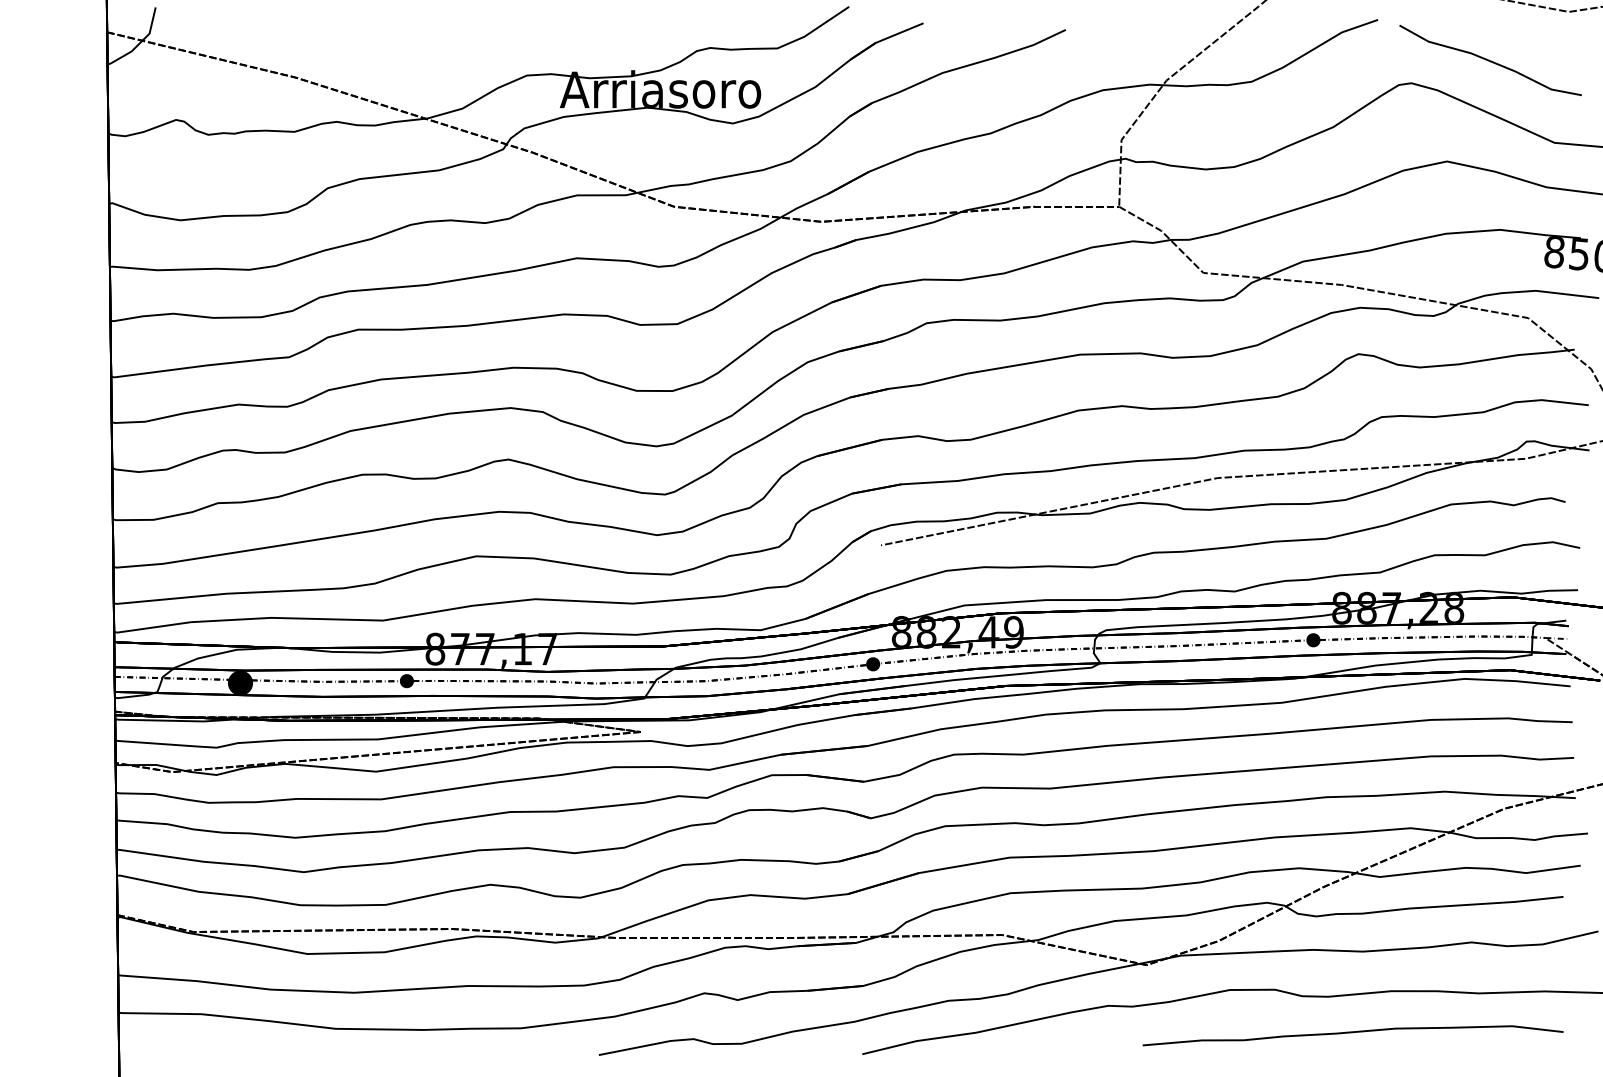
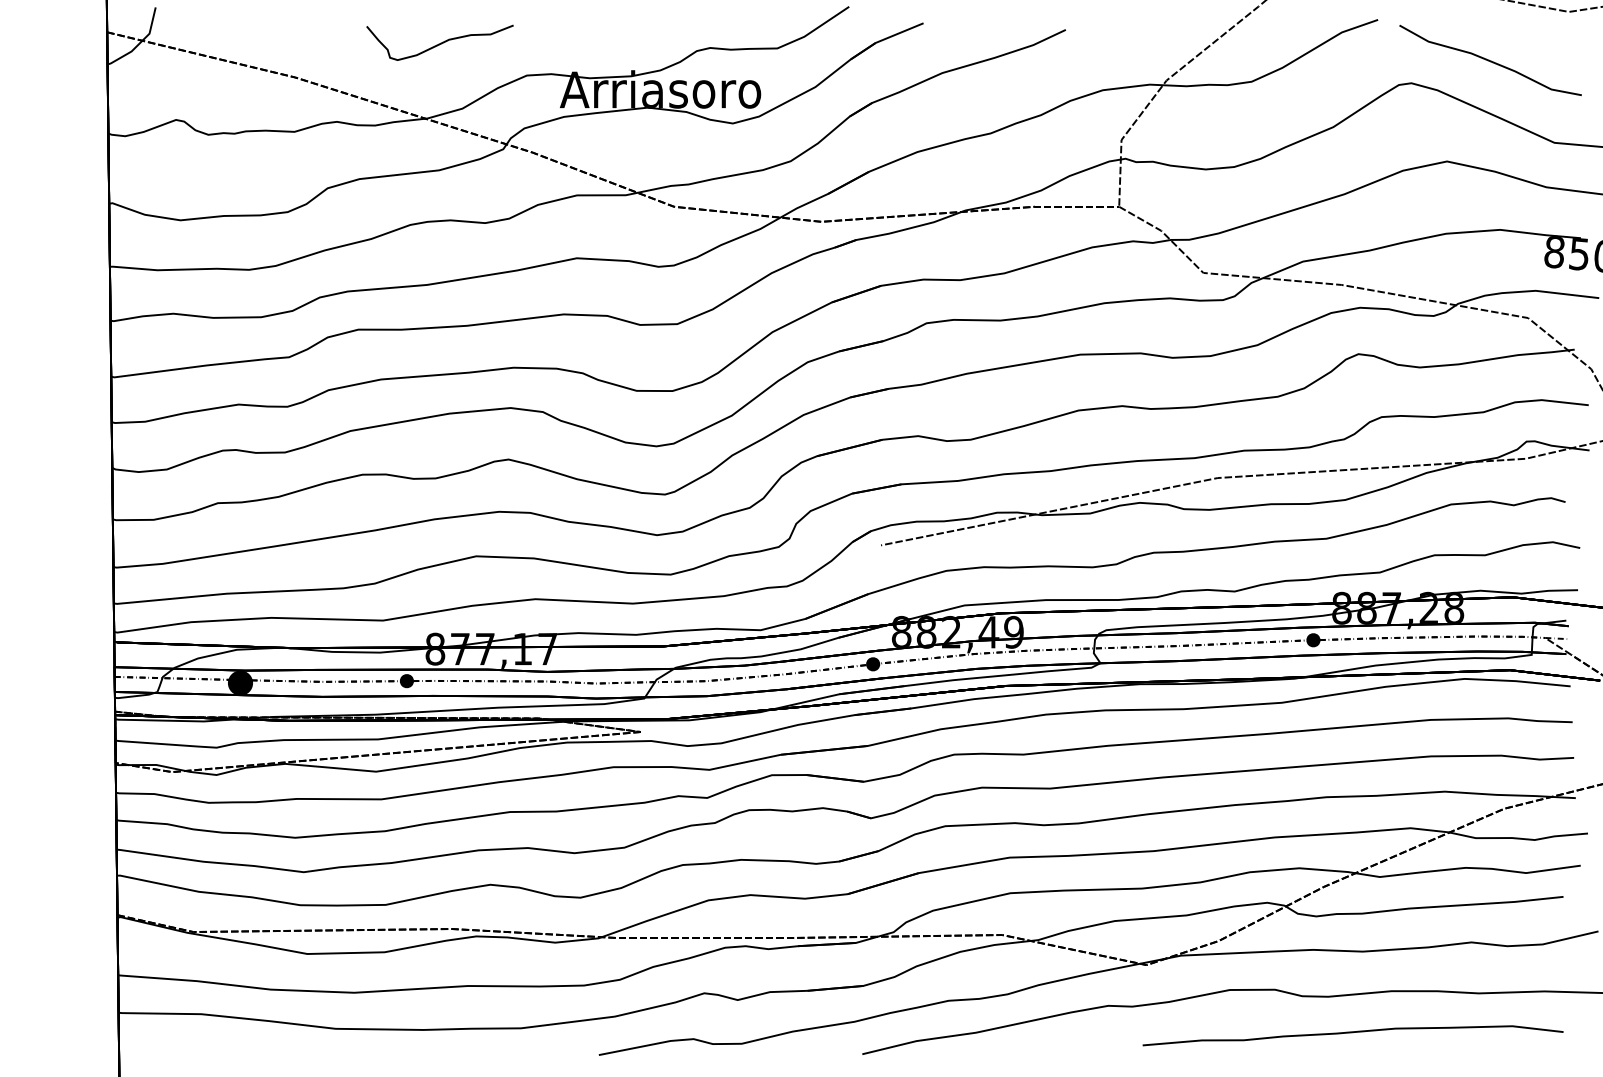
curve at (440, 42): none -> present
